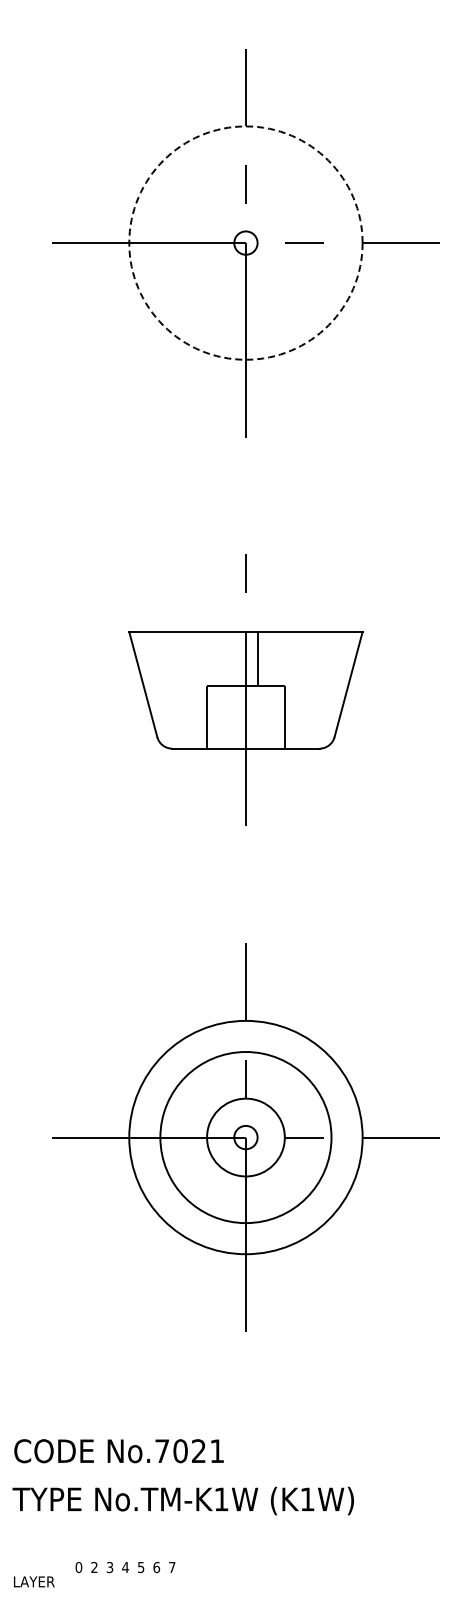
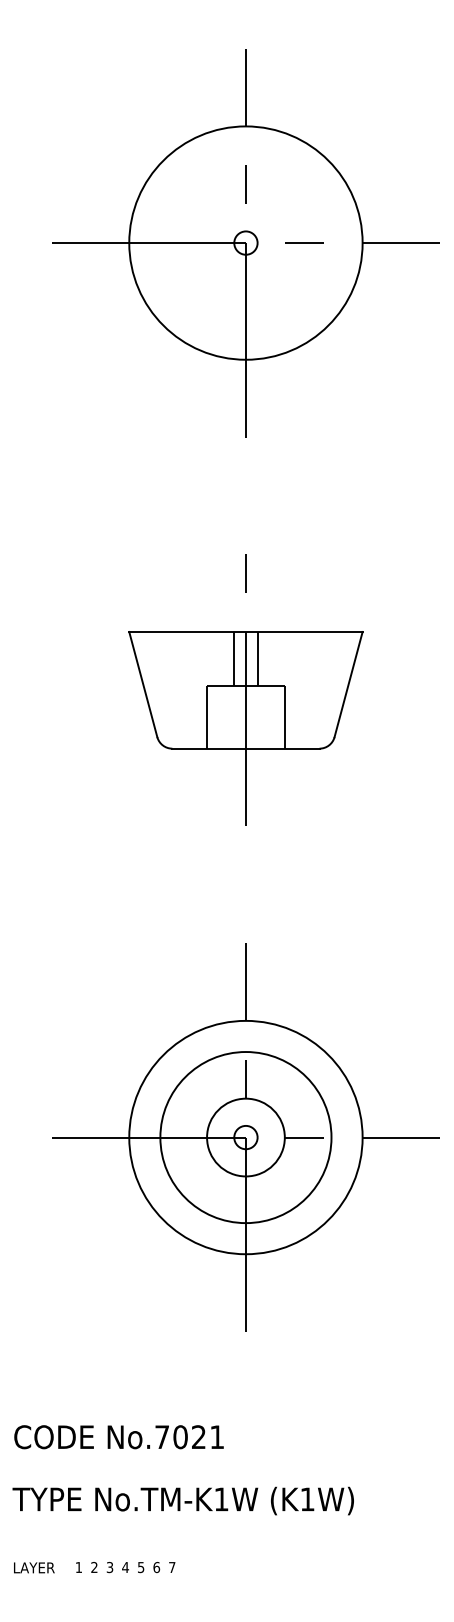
circle at (245, 242): dashed -> solid
line at (234, 659): none -> present
text at (118, 1451) position: (118, 1451) -> (118, 1437)
text at (78, 1567): 0 -> 1
text at (34, 1581) position: (34, 1581) -> (34, 1567)
